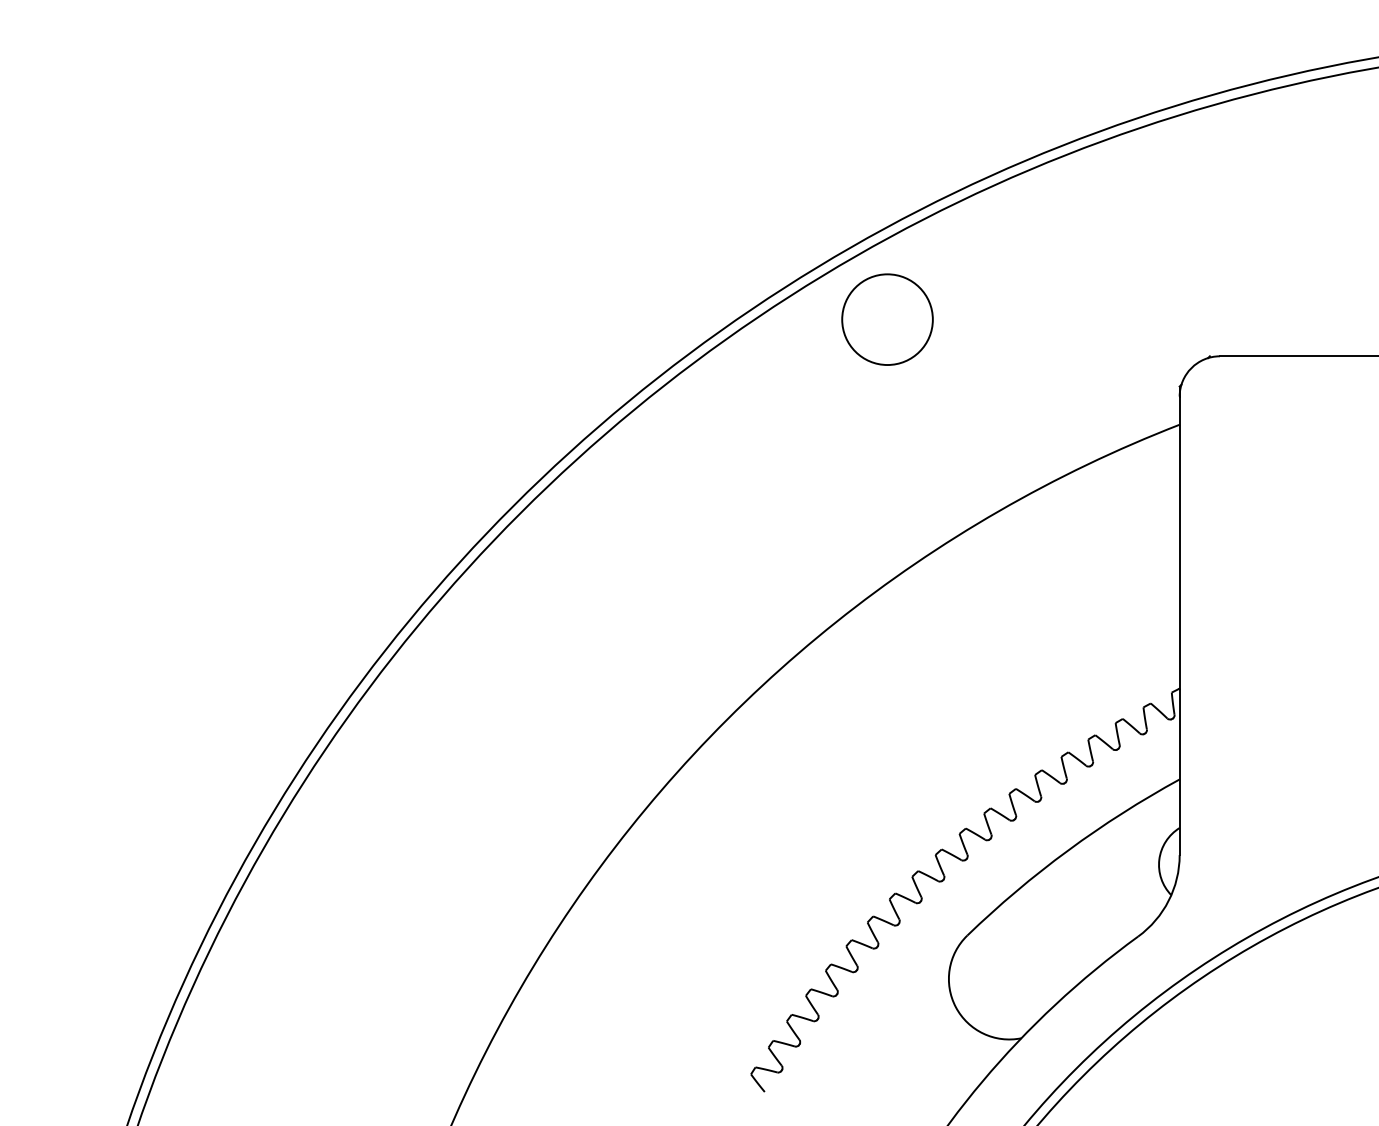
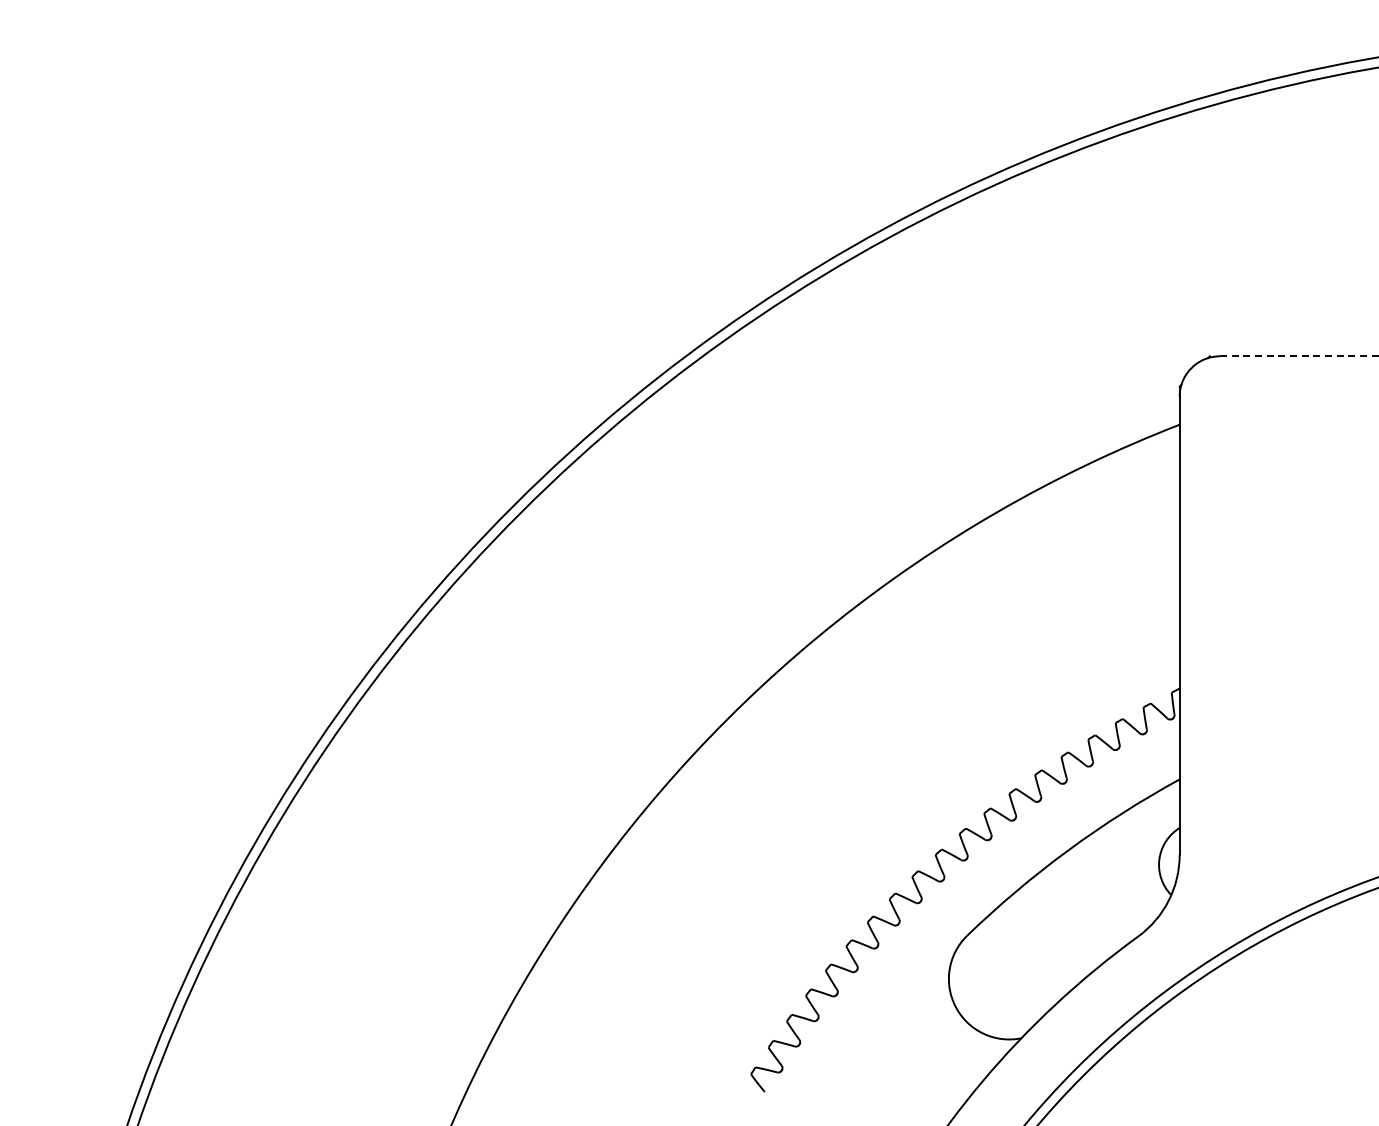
circle at (887, 319): present -> none
line at (1299, 356): solid -> dashed
